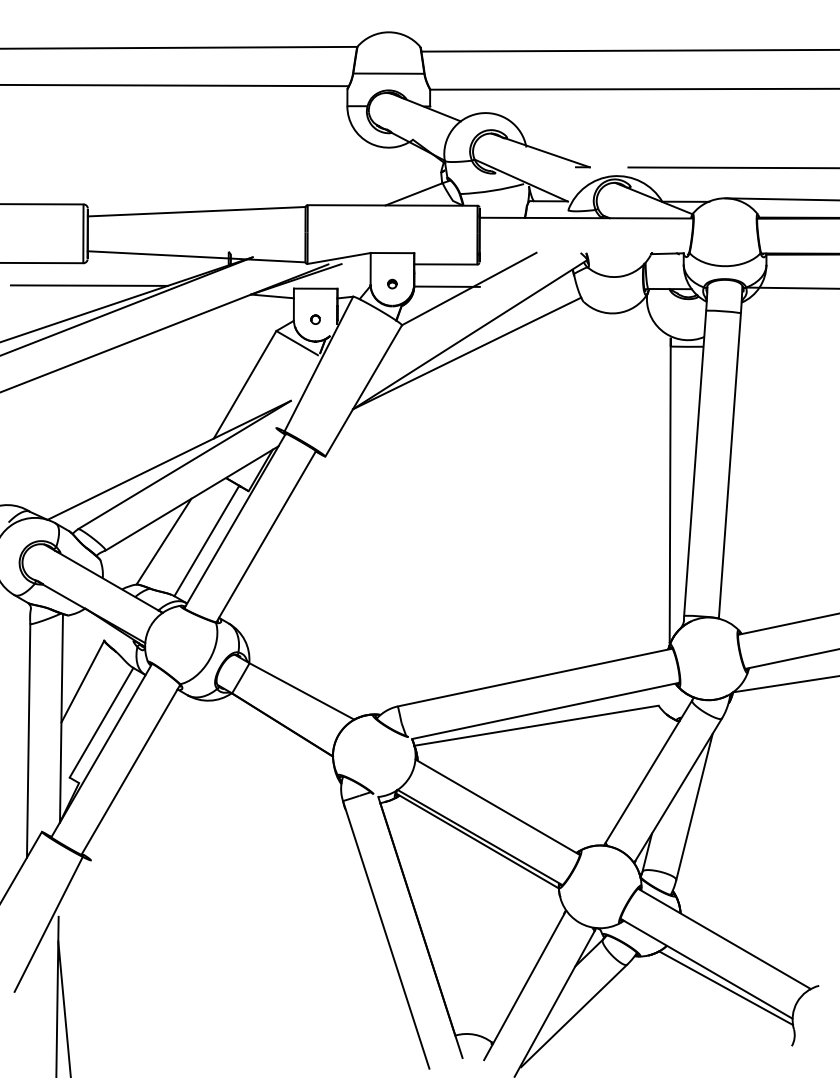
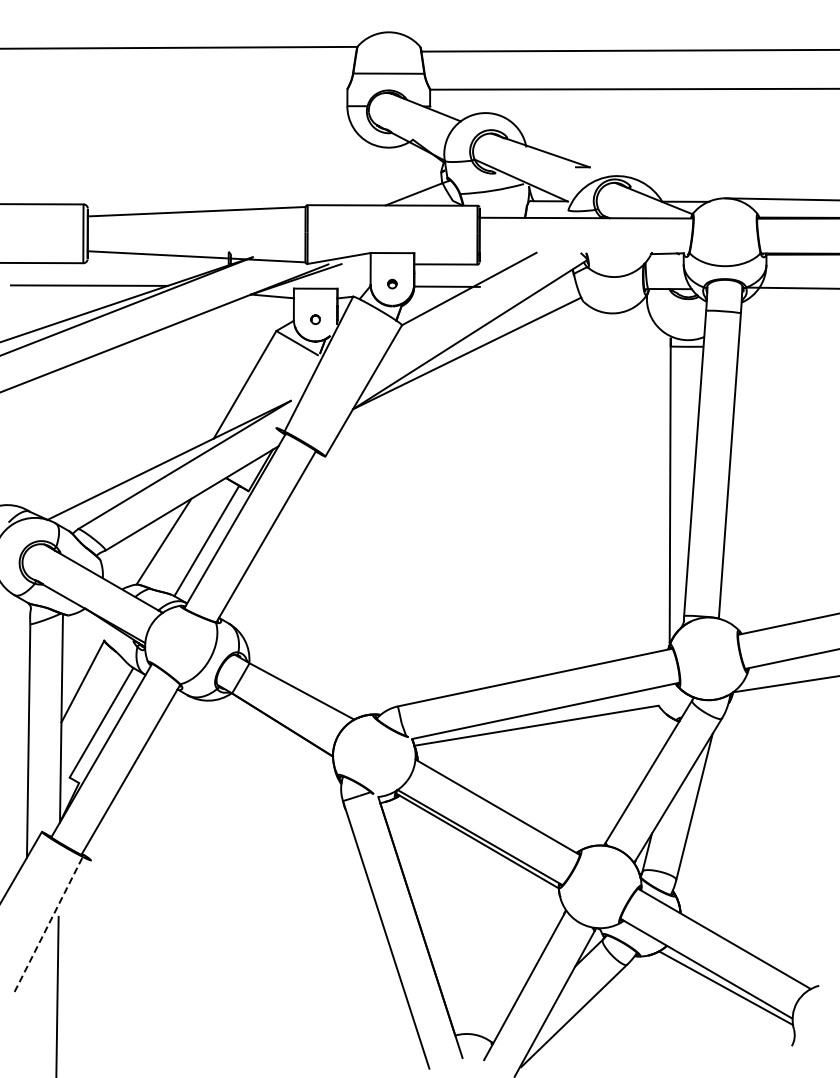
line at (175, 85): present -> none
line at (732, 167): present -> none
line at (49, 923): solid -> dashed
line at (64, 1007): present -> none
